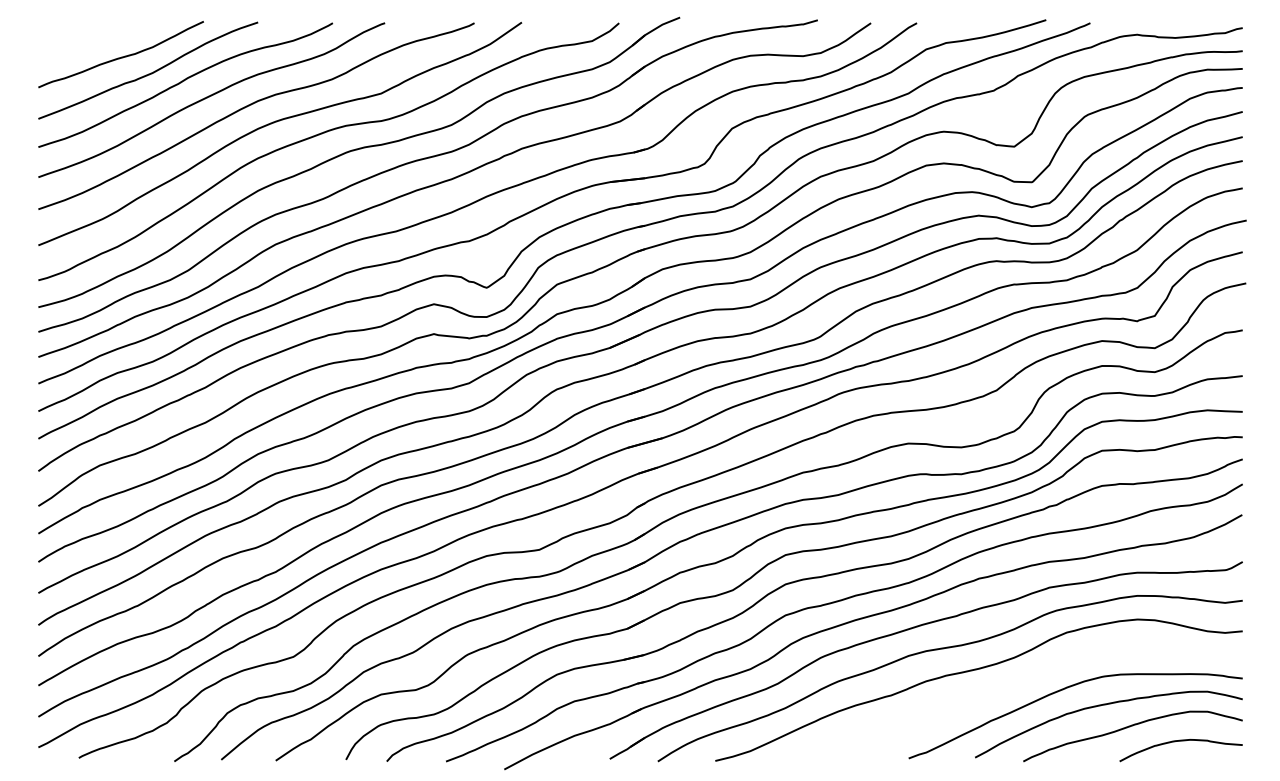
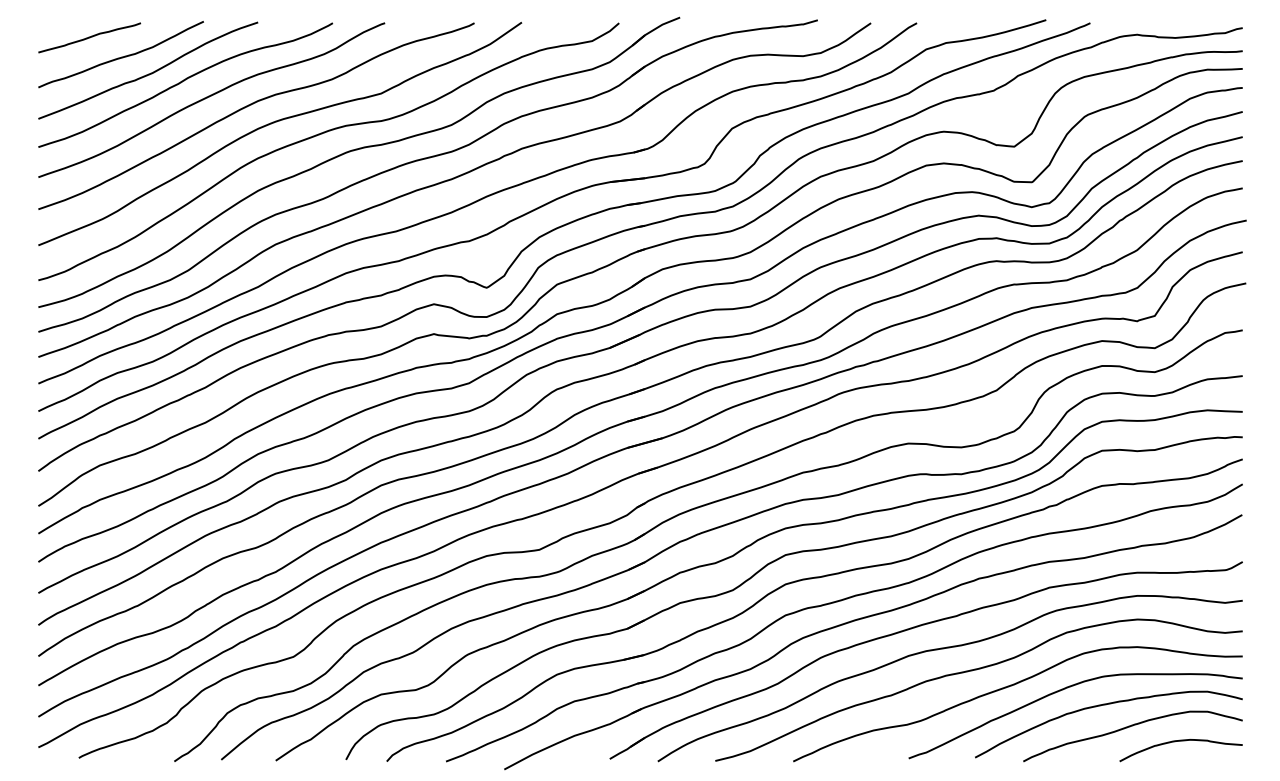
curve at (89, 37): none -> present
curve at (1009, 687): none -> present
